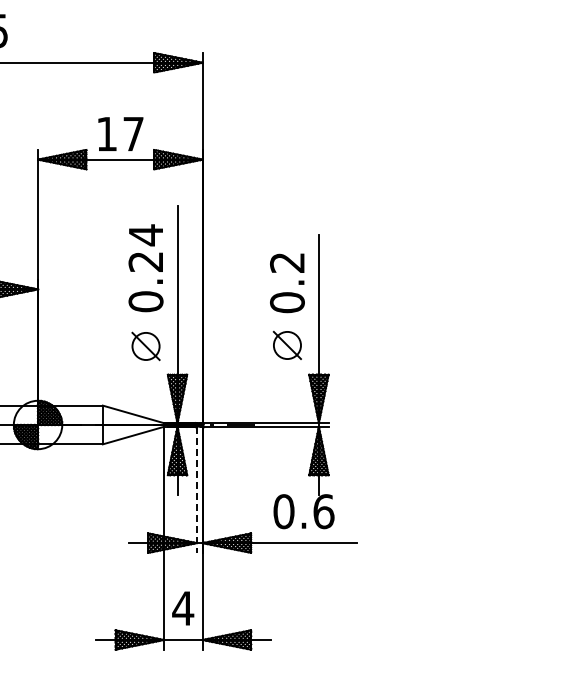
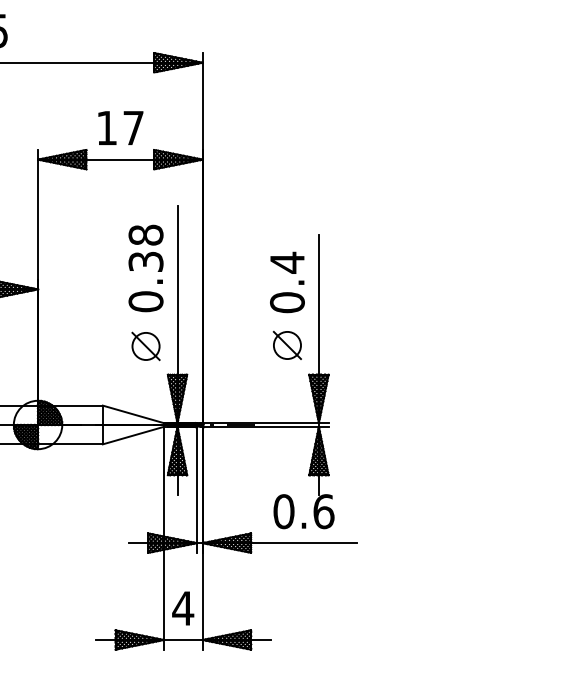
text at (120, 133) position: (120, 133) -> (120, 127)
text at (145, 247): 0.24 -> 0.38
text at (287, 262): 0.2 -> 0.4
line at (196, 489): dashed -> solid
